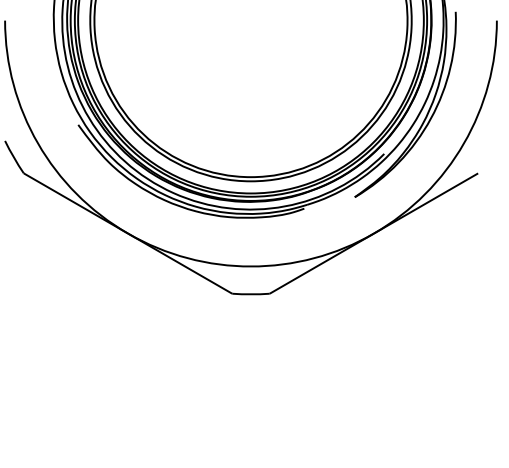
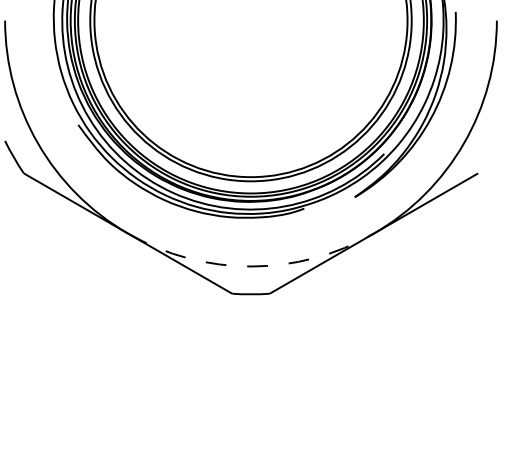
arc at (250, 266): solid -> dashed
